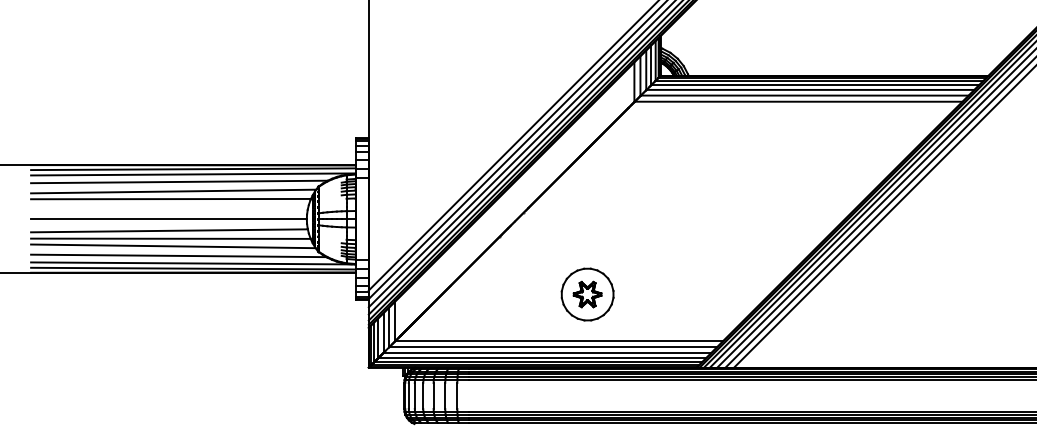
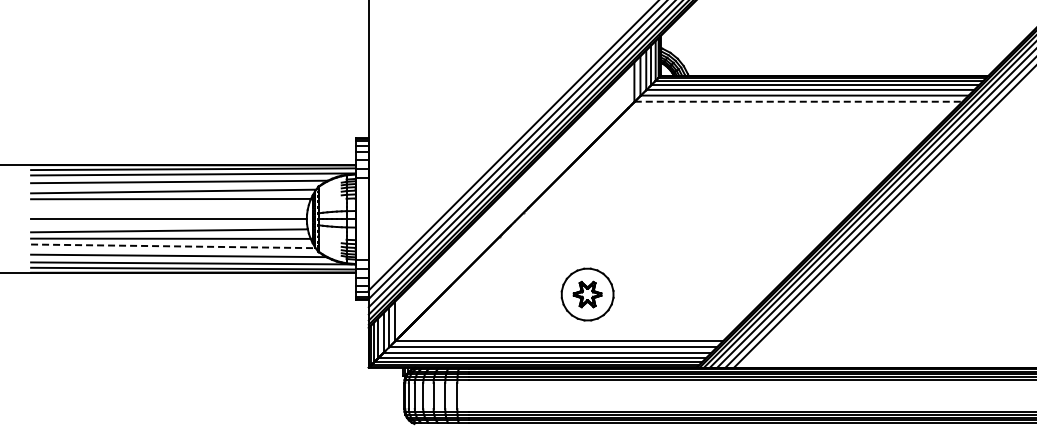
line at (798, 101): solid -> dashed
line at (173, 246): solid -> dashed
